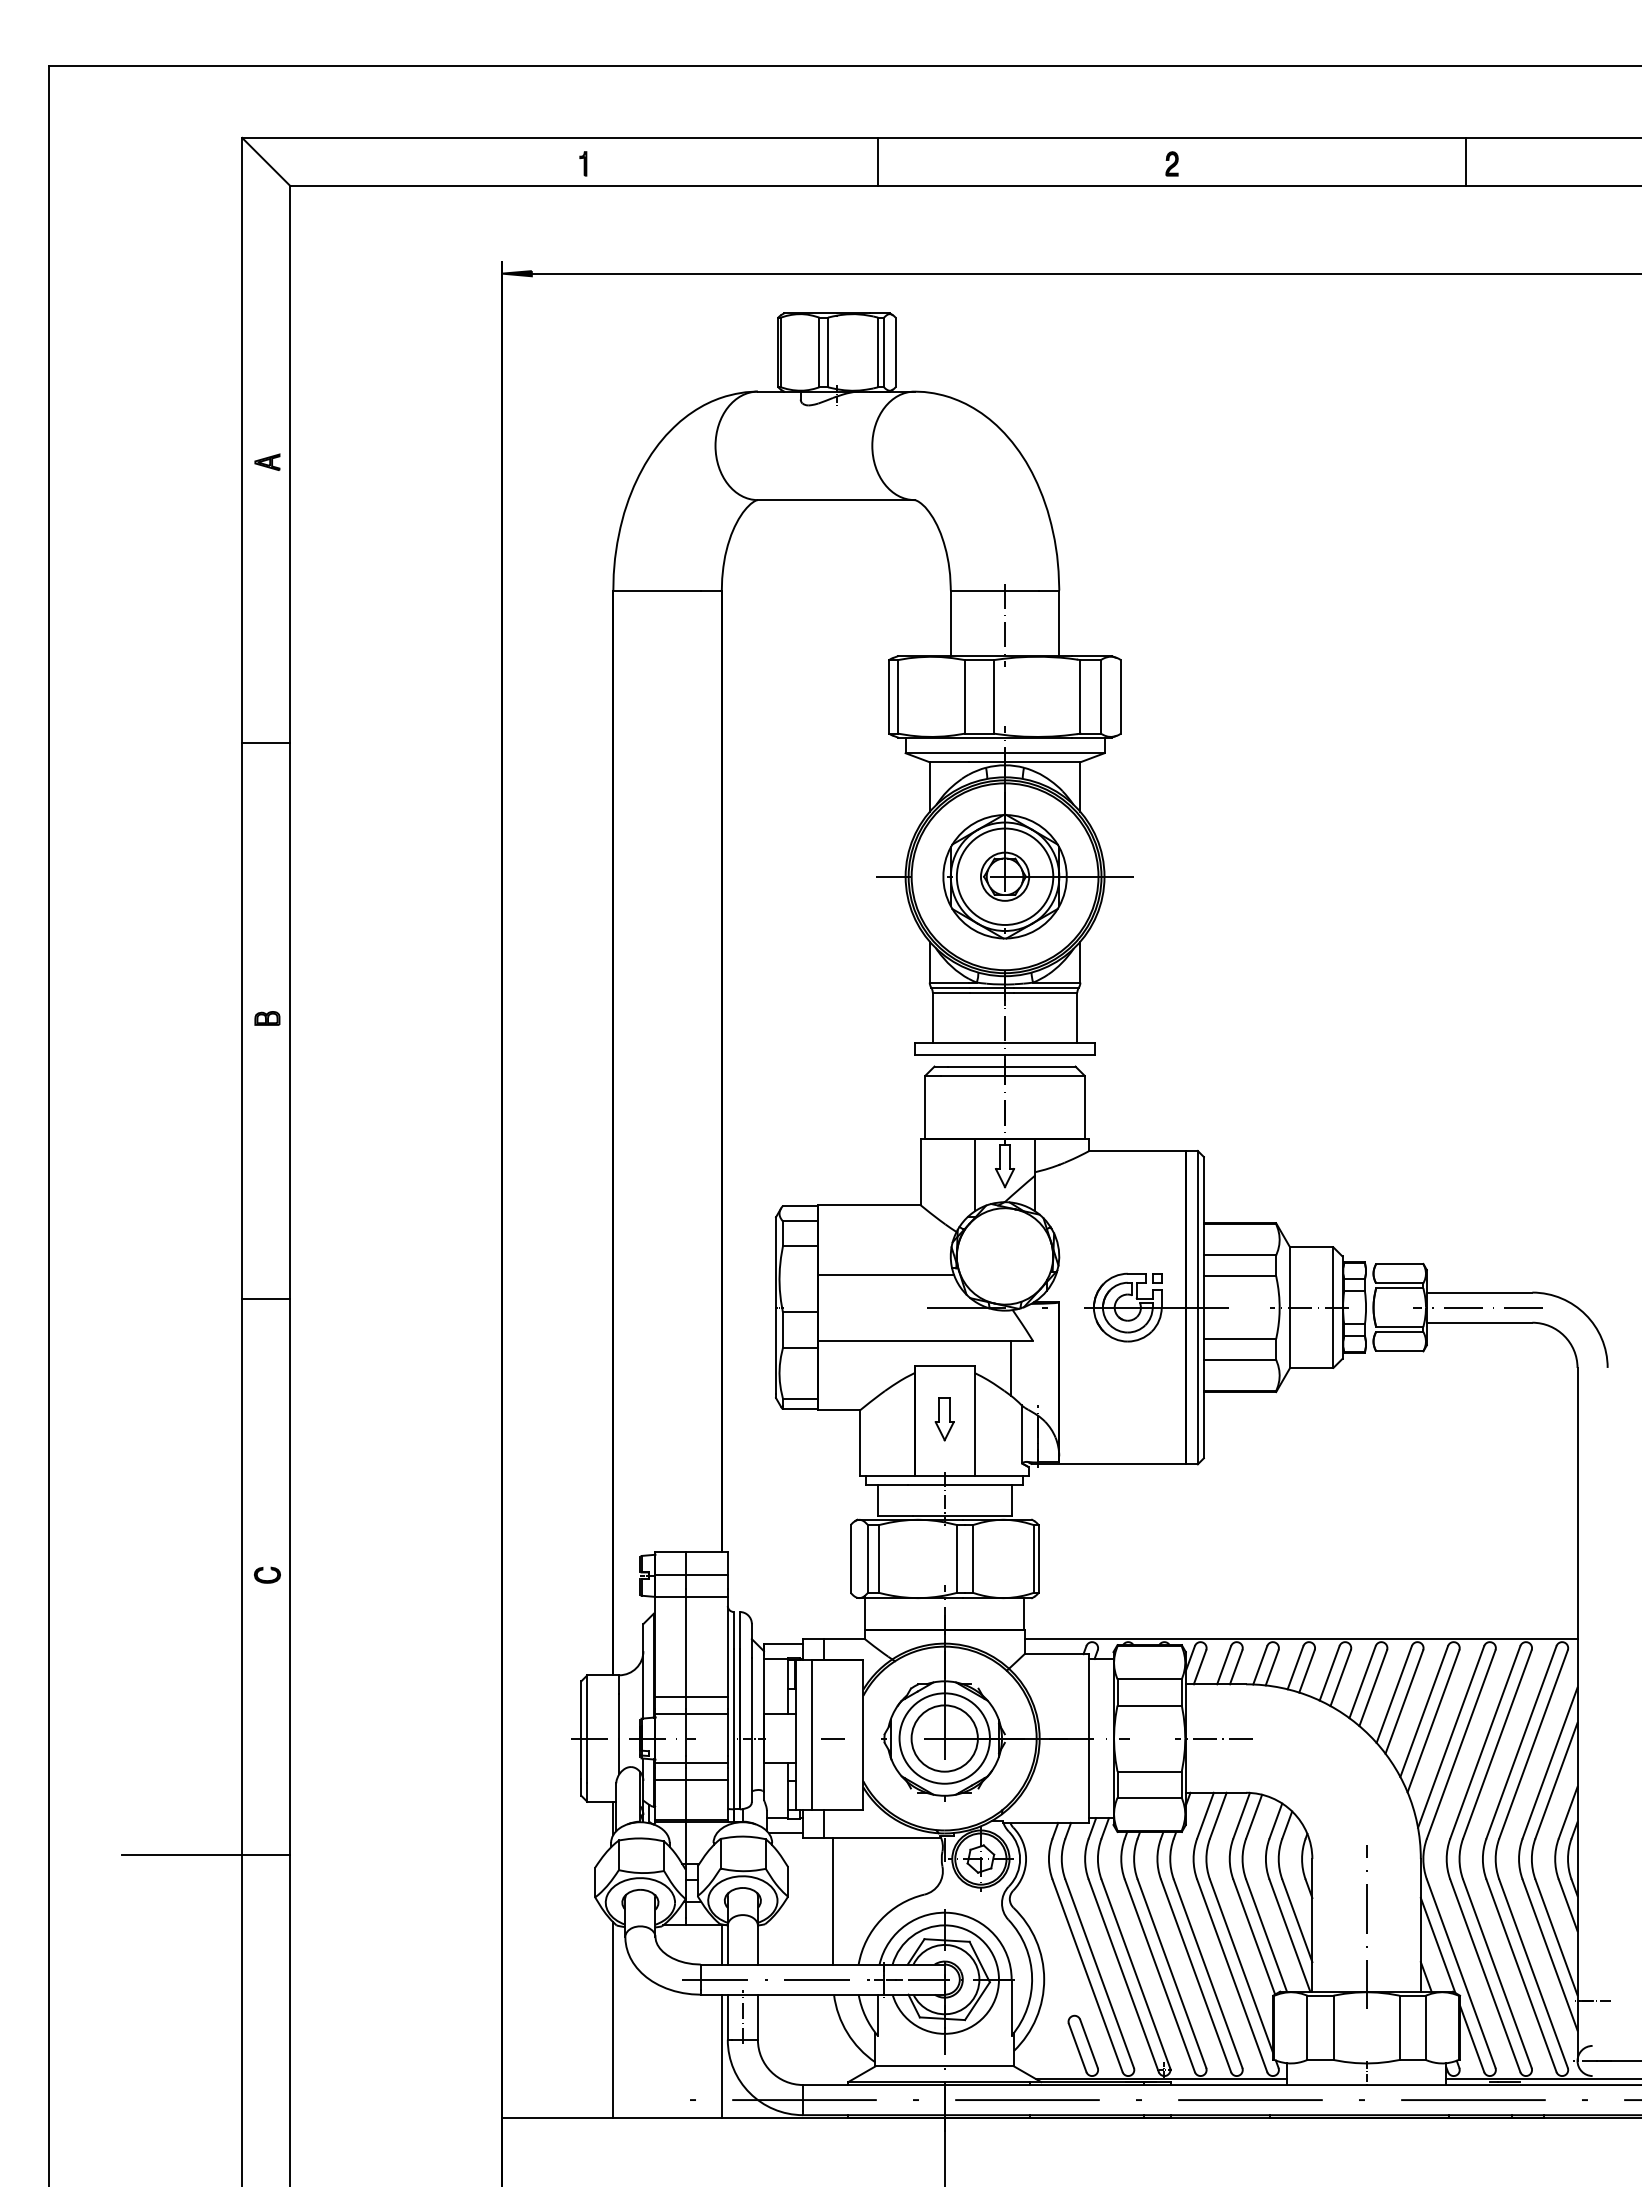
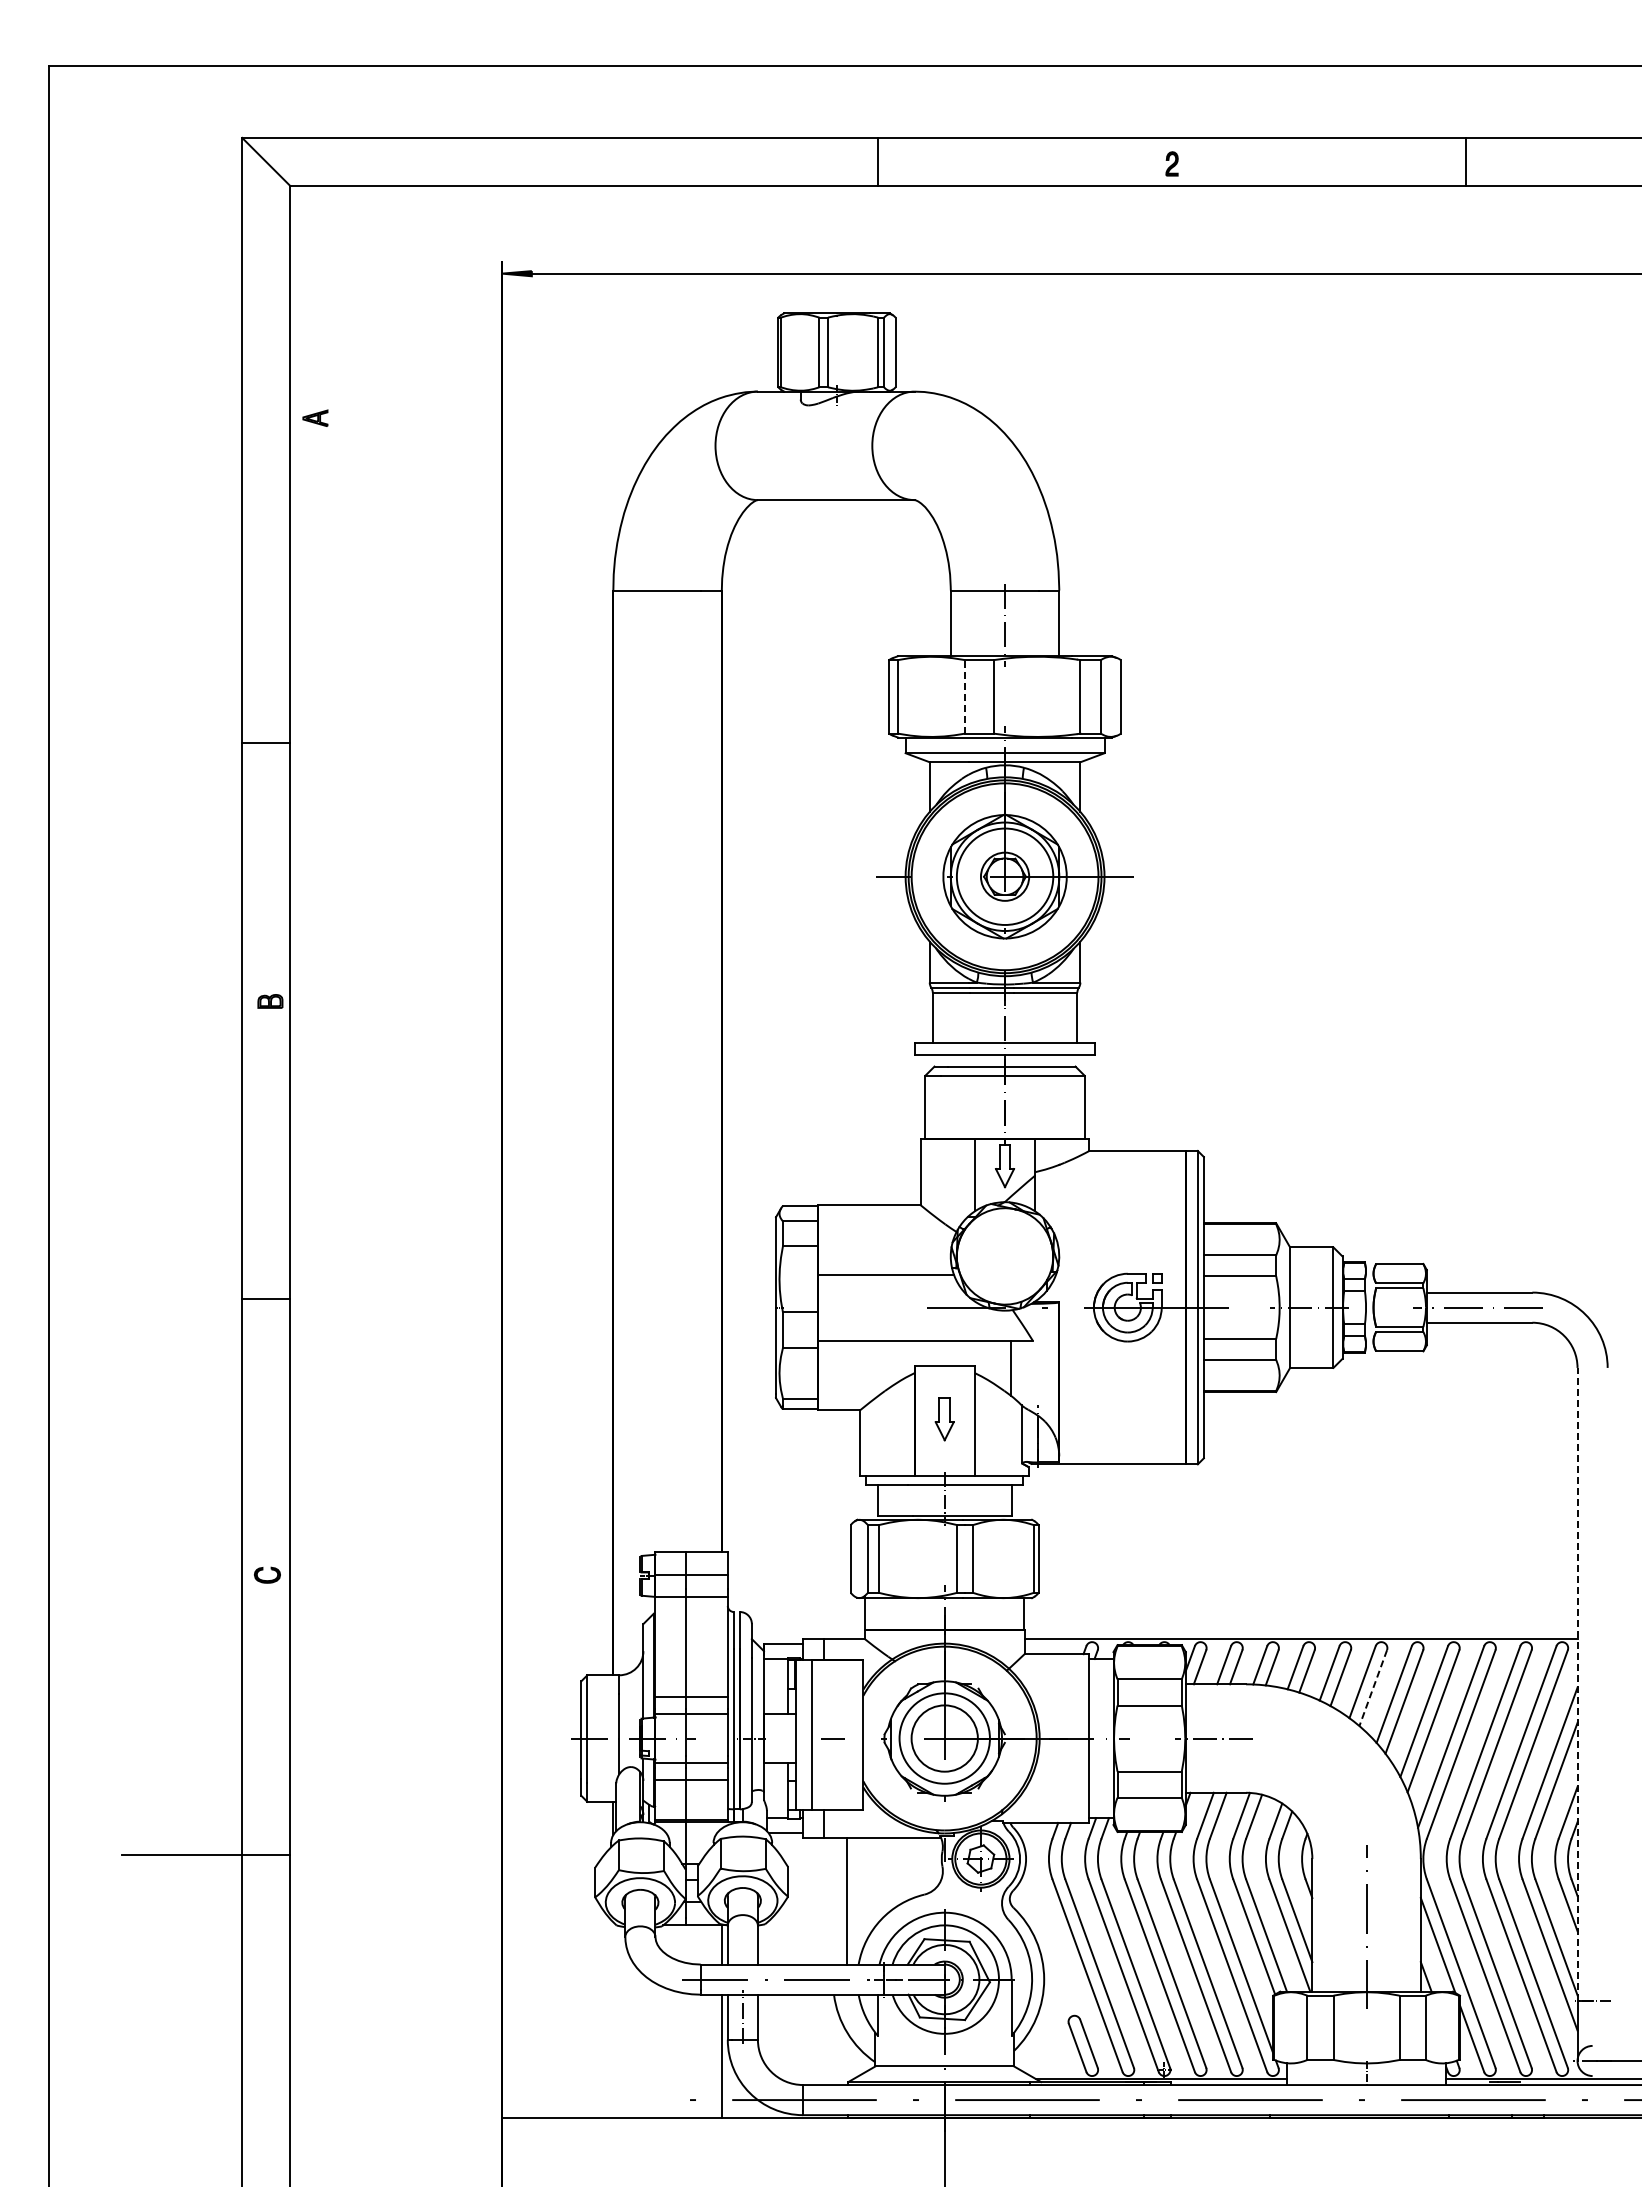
part at (583, 163): present -> none
part at (267, 461) position: (267, 461) -> (315, 417)
line at (964, 696): solid -> dashed
part at (267, 1018) position: (267, 1018) -> (270, 1001)
line at (1577, 1683): solid -> dashed
line at (1373, 1688): solid -> dashed
line at (833, 1901) position: (833, 1901) -> (847, 1901)
line at (613, 2020): present -> none
